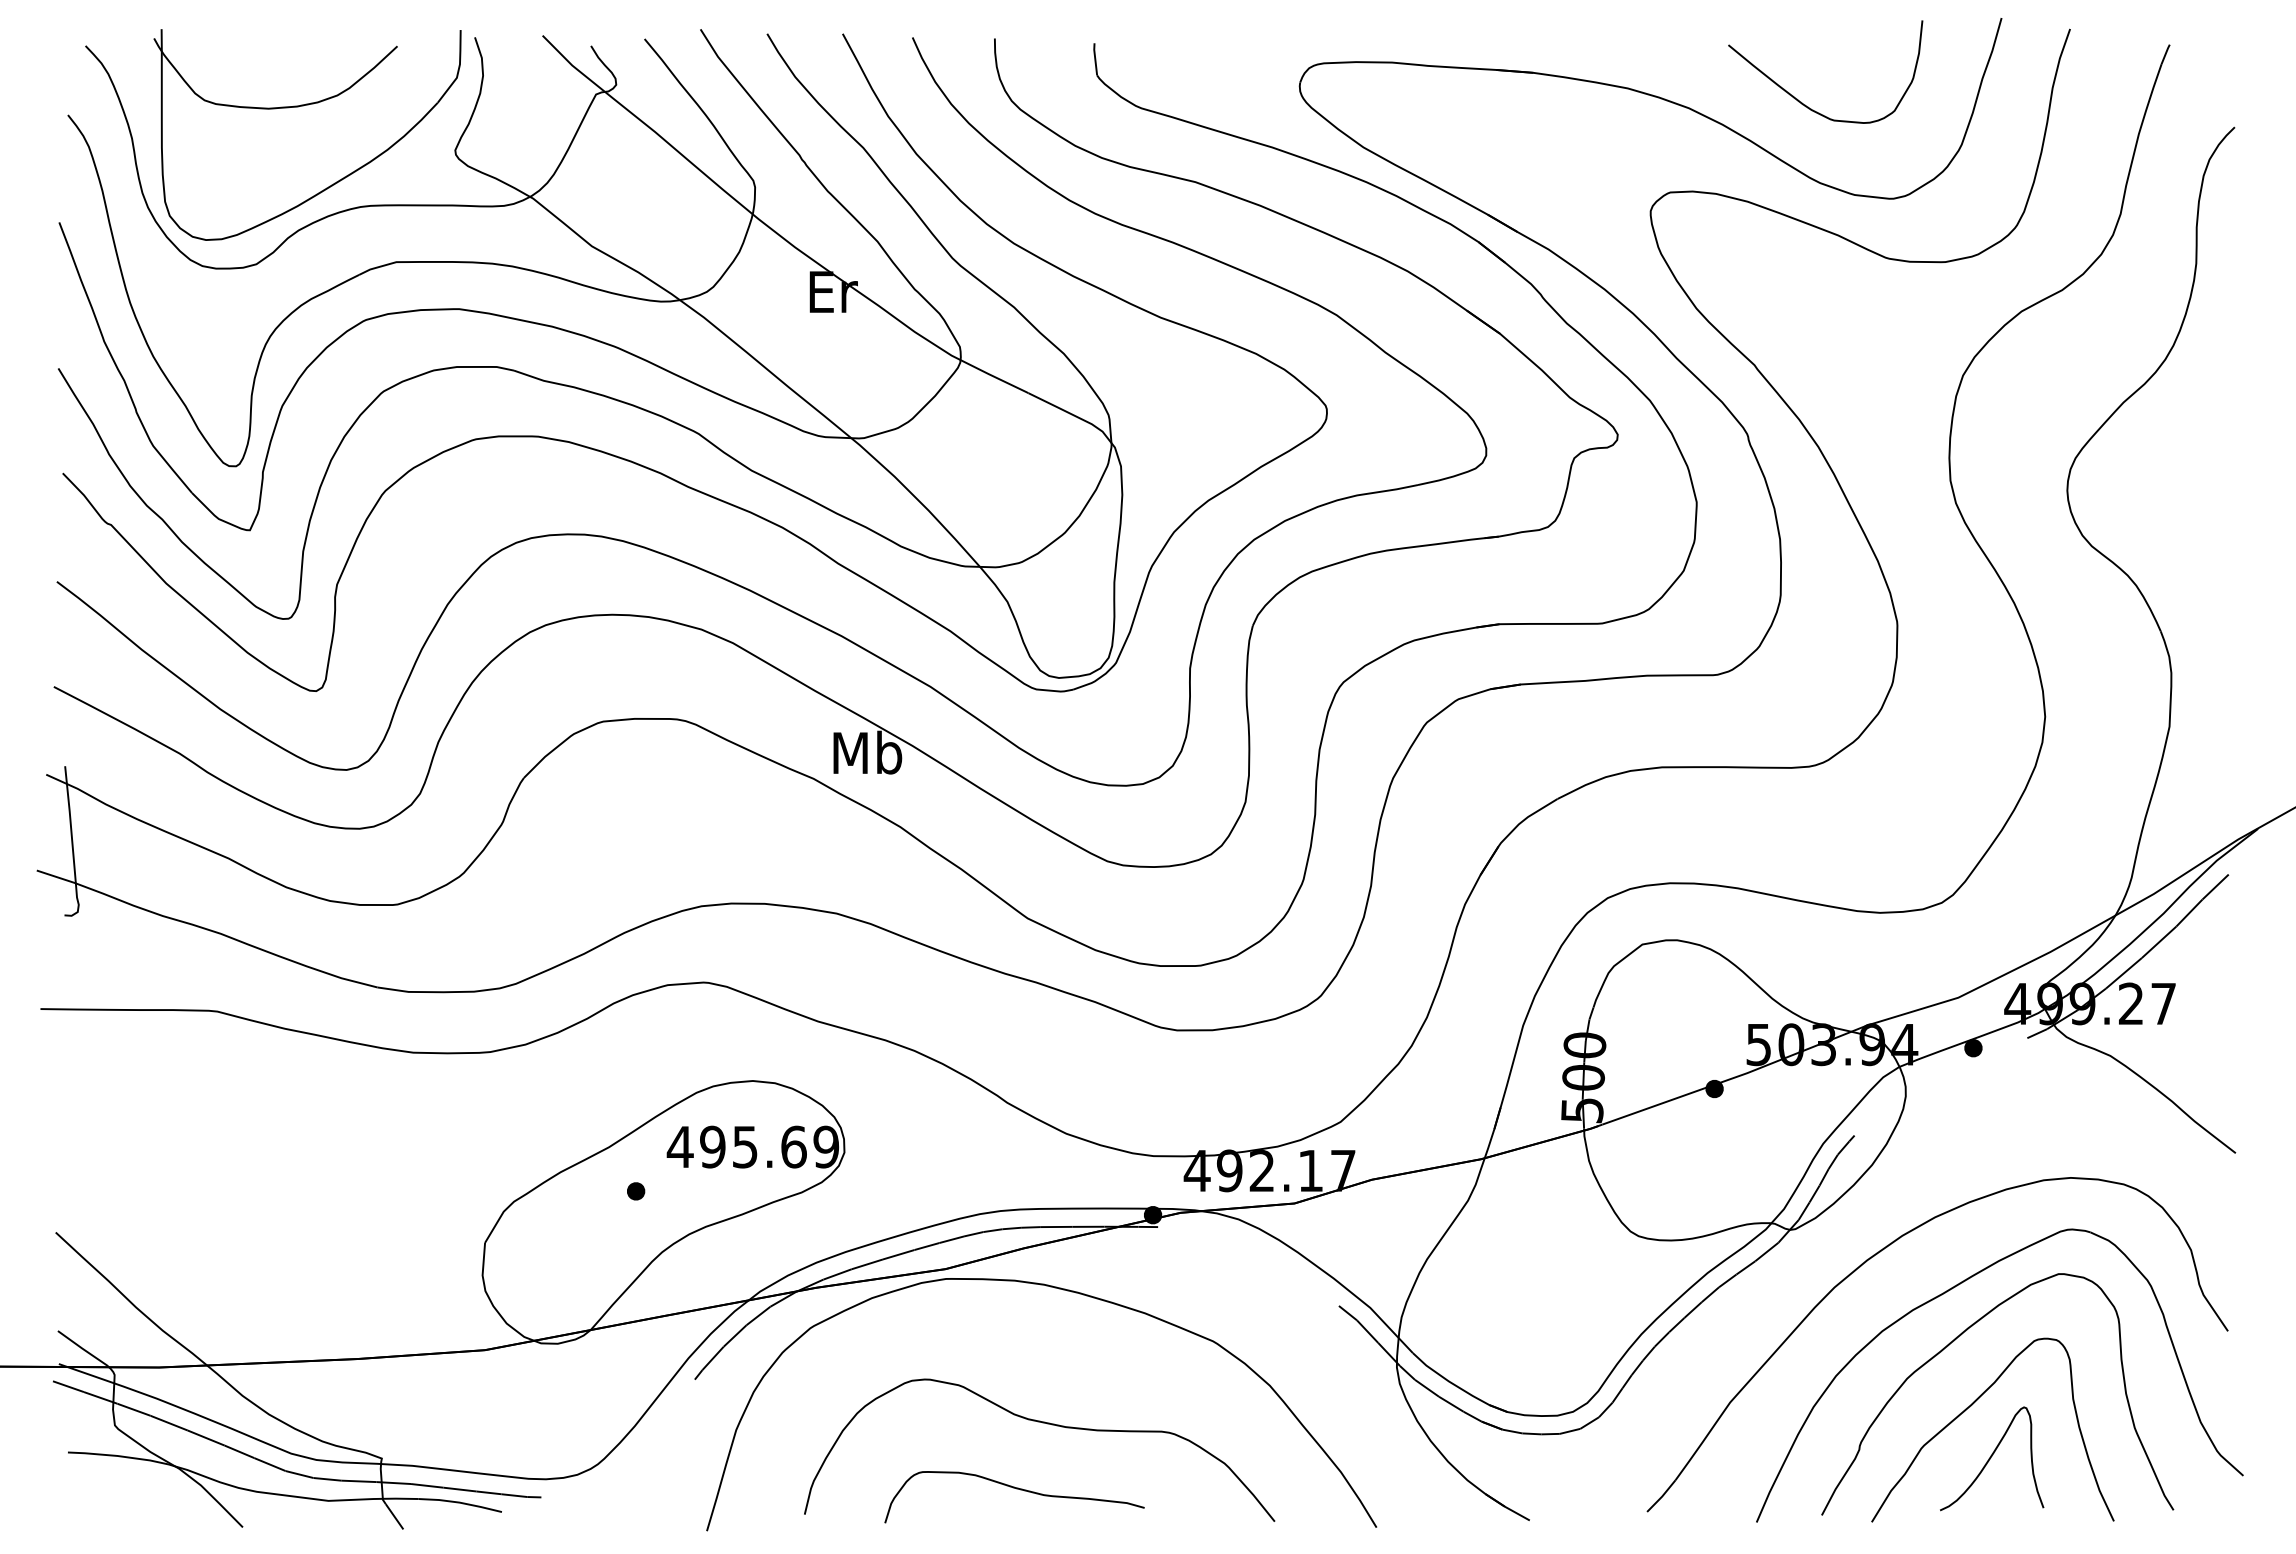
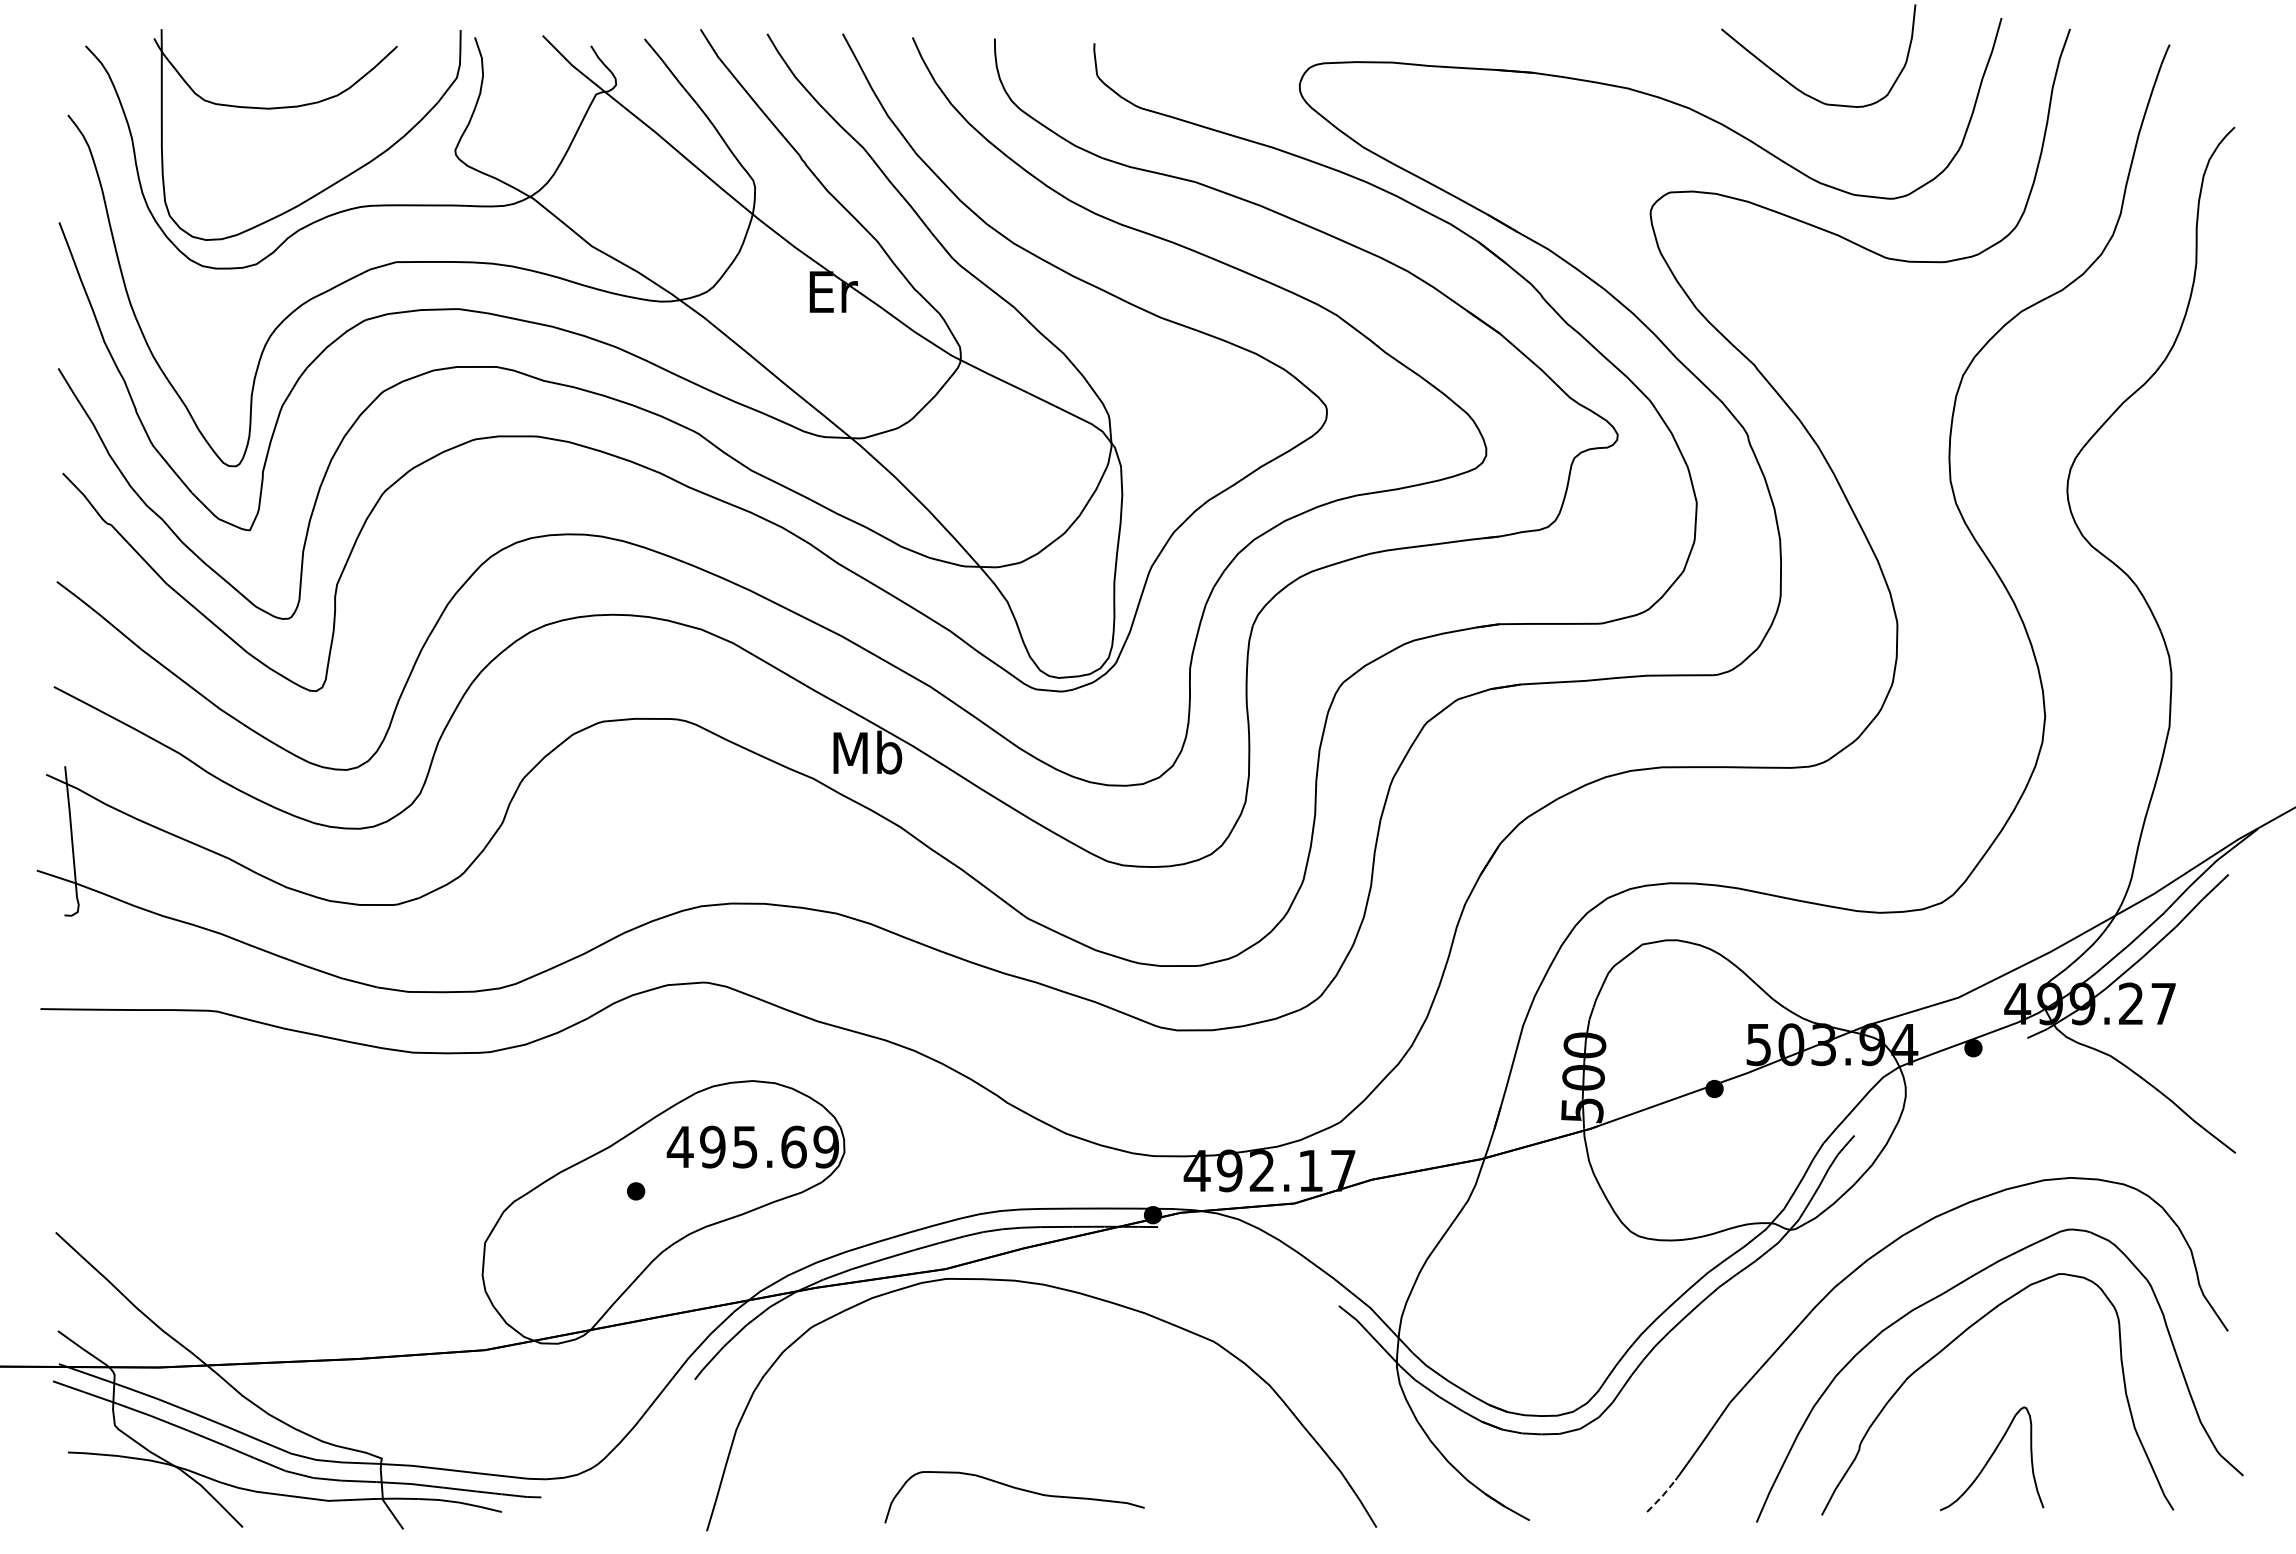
curve at (1805, 104) position: (1805, 104) -> (1798, 88)
curve at (1971, 1406): present -> none
curve at (1042, 1423): present -> none
line at (1662, 1496): solid -> dashed
